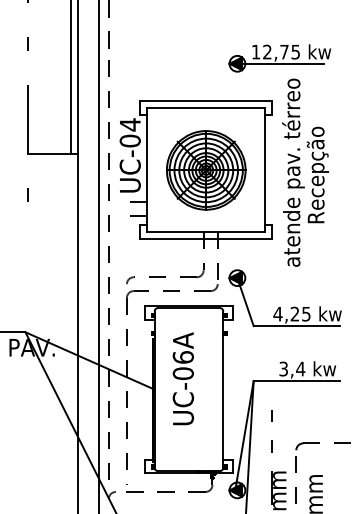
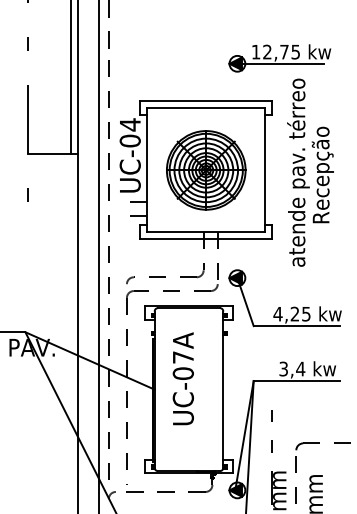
text at (305, 172) position: (305, 172) -> (310, 172)
text at (182, 357): UC-06A -> UC-07A
